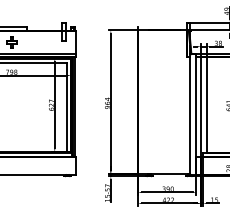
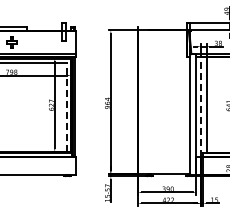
line at (200, 106): solid -> dashed
line at (66, 107): solid -> dashed
